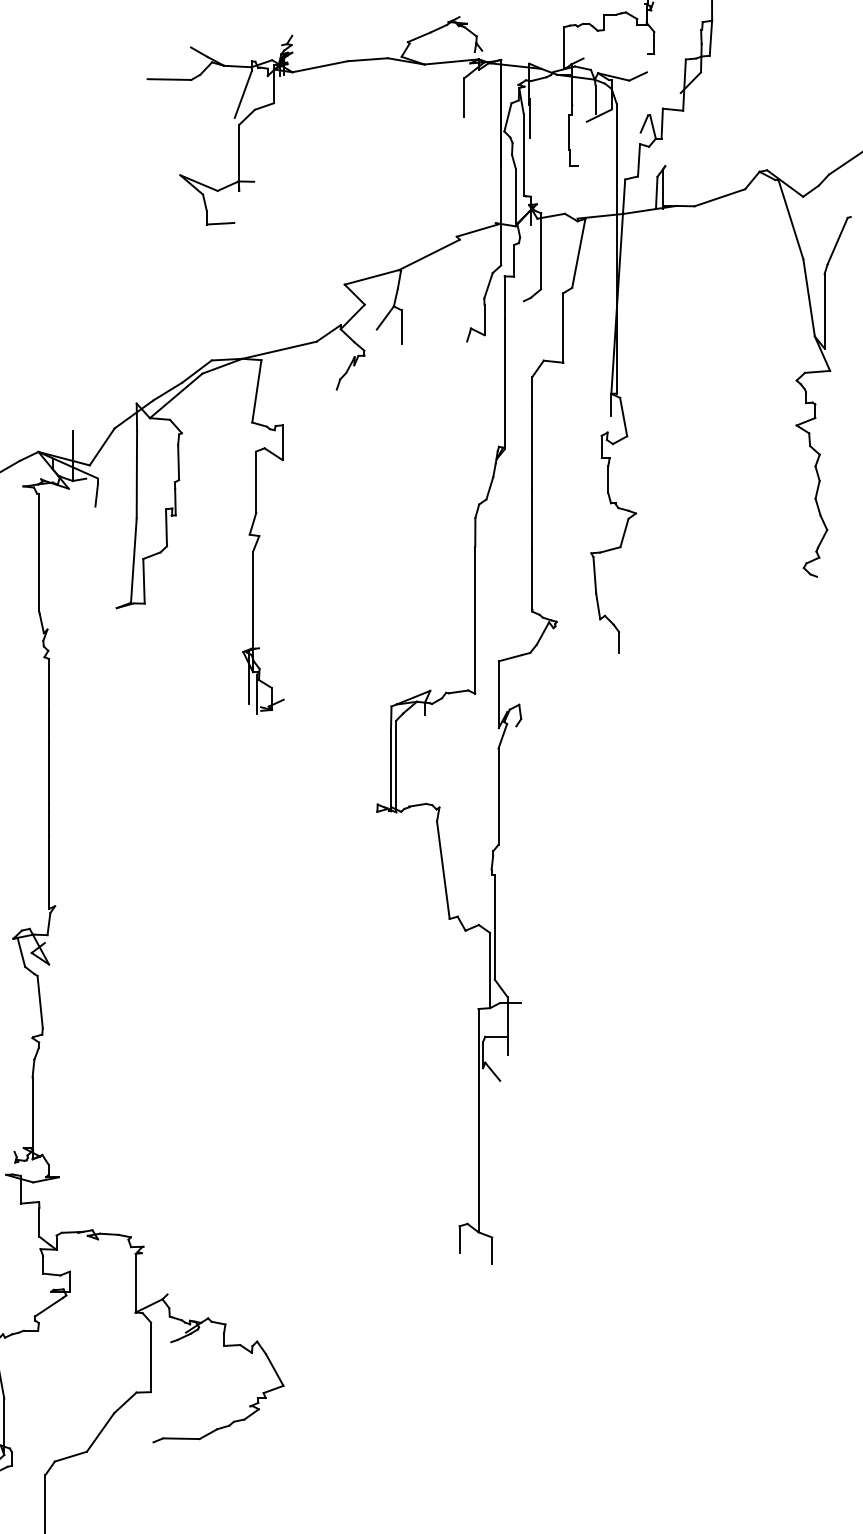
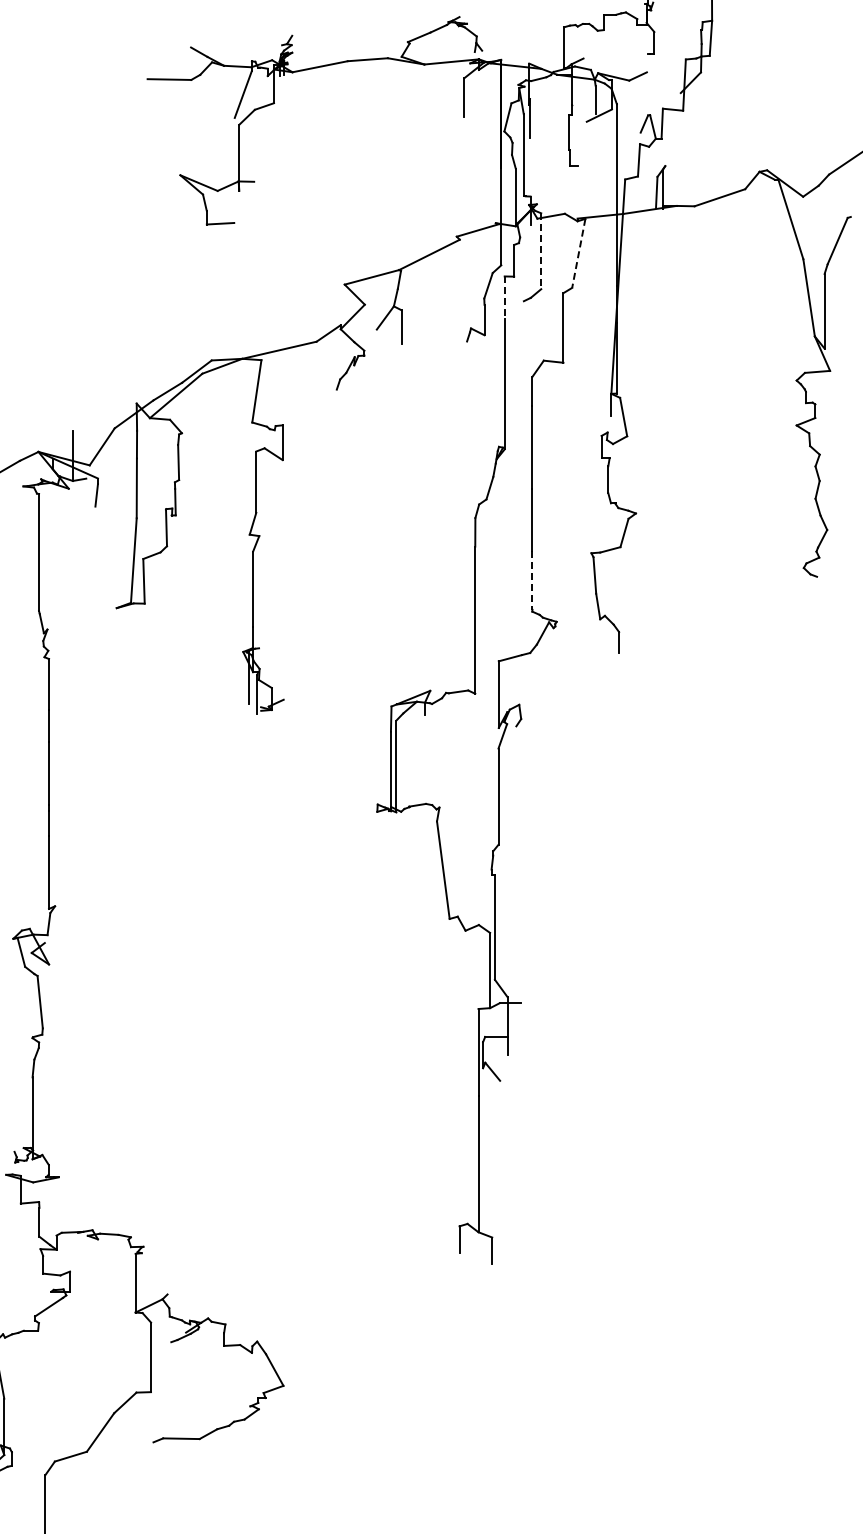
line at (541, 251): solid -> dashed
line at (578, 253): solid -> dashed
line at (504, 297): solid -> dashed
line at (532, 580): solid -> dashed
